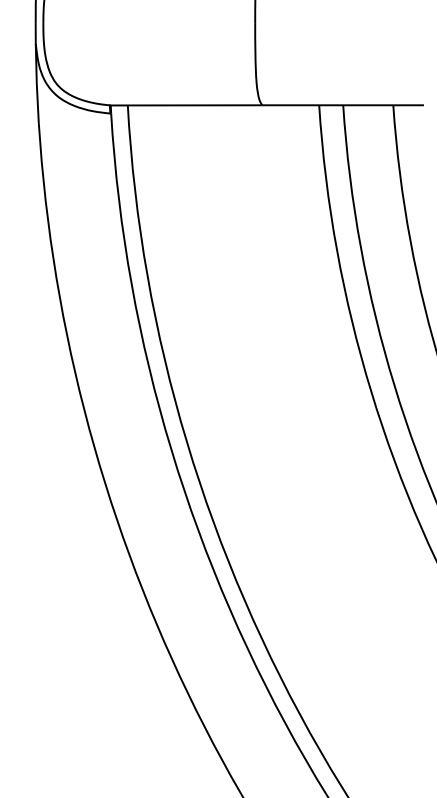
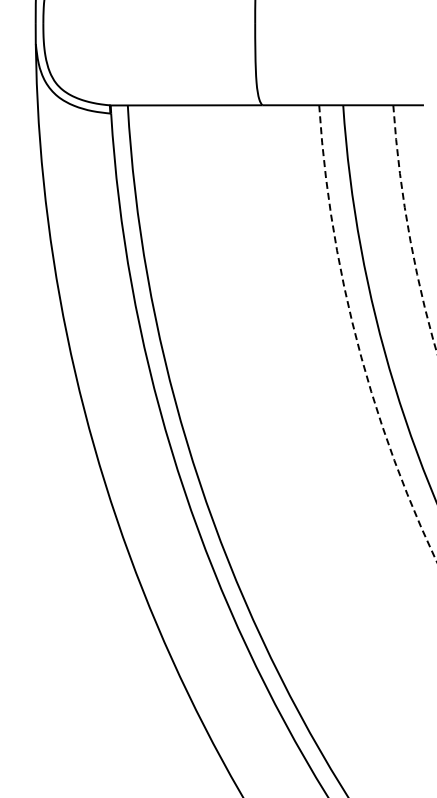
arc at (408, 229): solid -> dashed
arc at (356, 339): solid -> dashed
